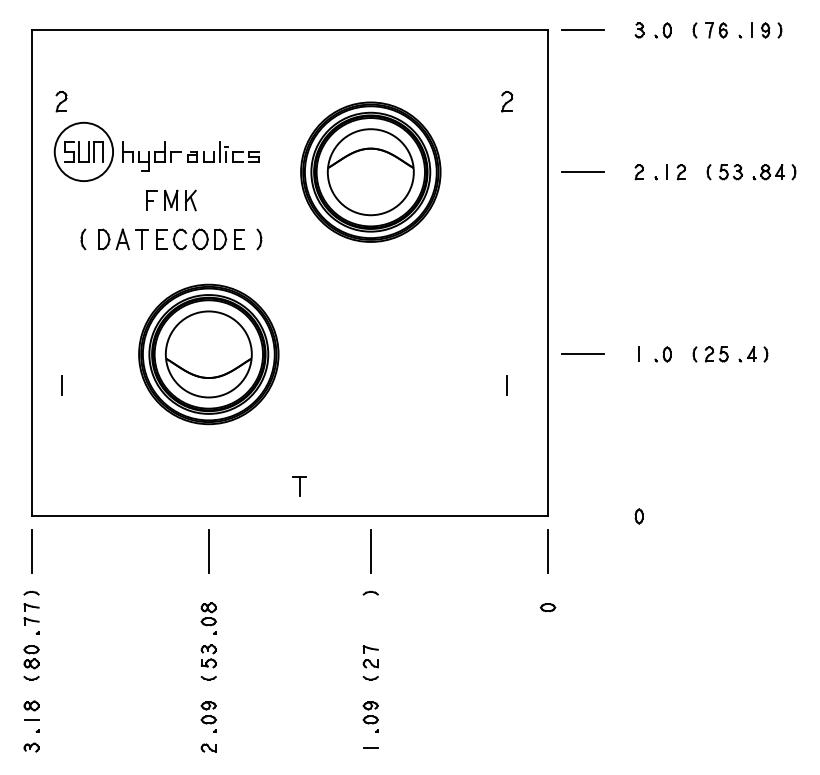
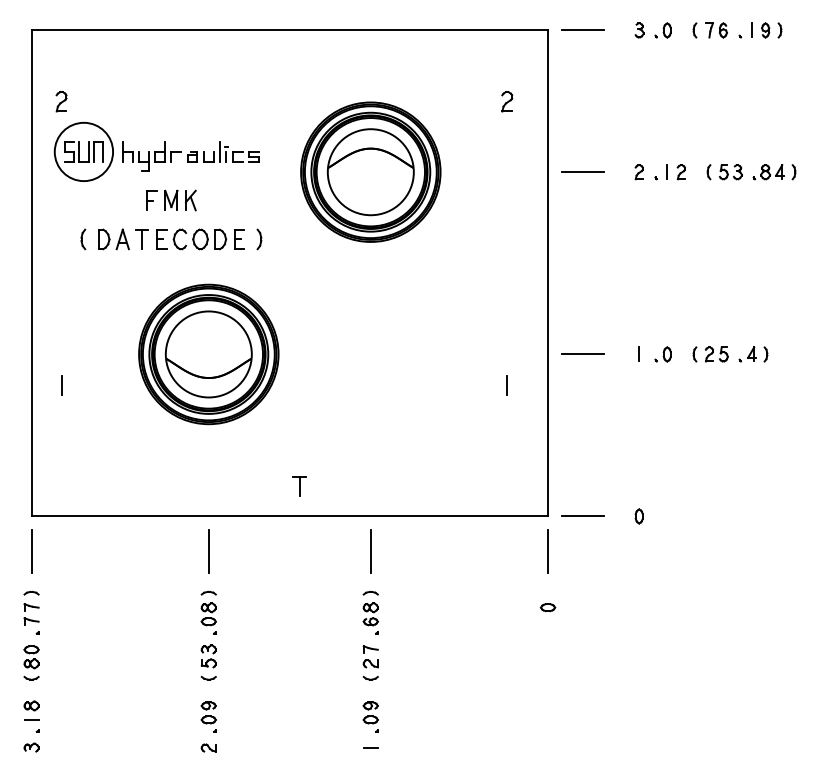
line at (583, 516): none -> present
part at (208, 592): none -> present
part at (370, 618): none -> present
